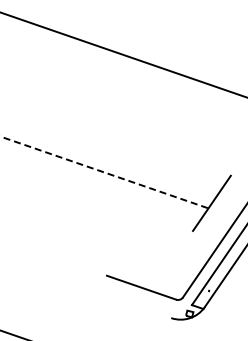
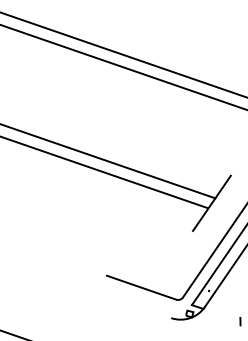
line at (123, 67): none -> present
line at (108, 161): none -> present
line at (103, 172): dashed -> solid
line at (240, 321): none -> present
